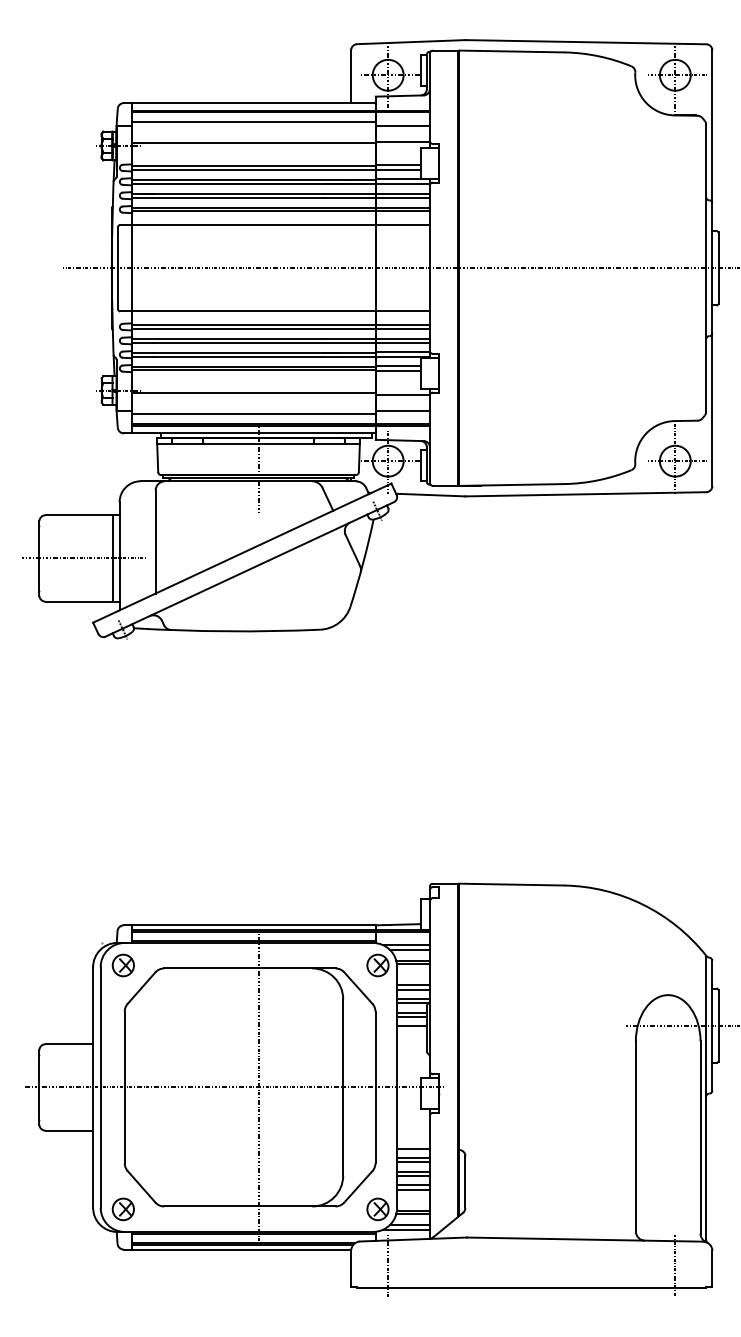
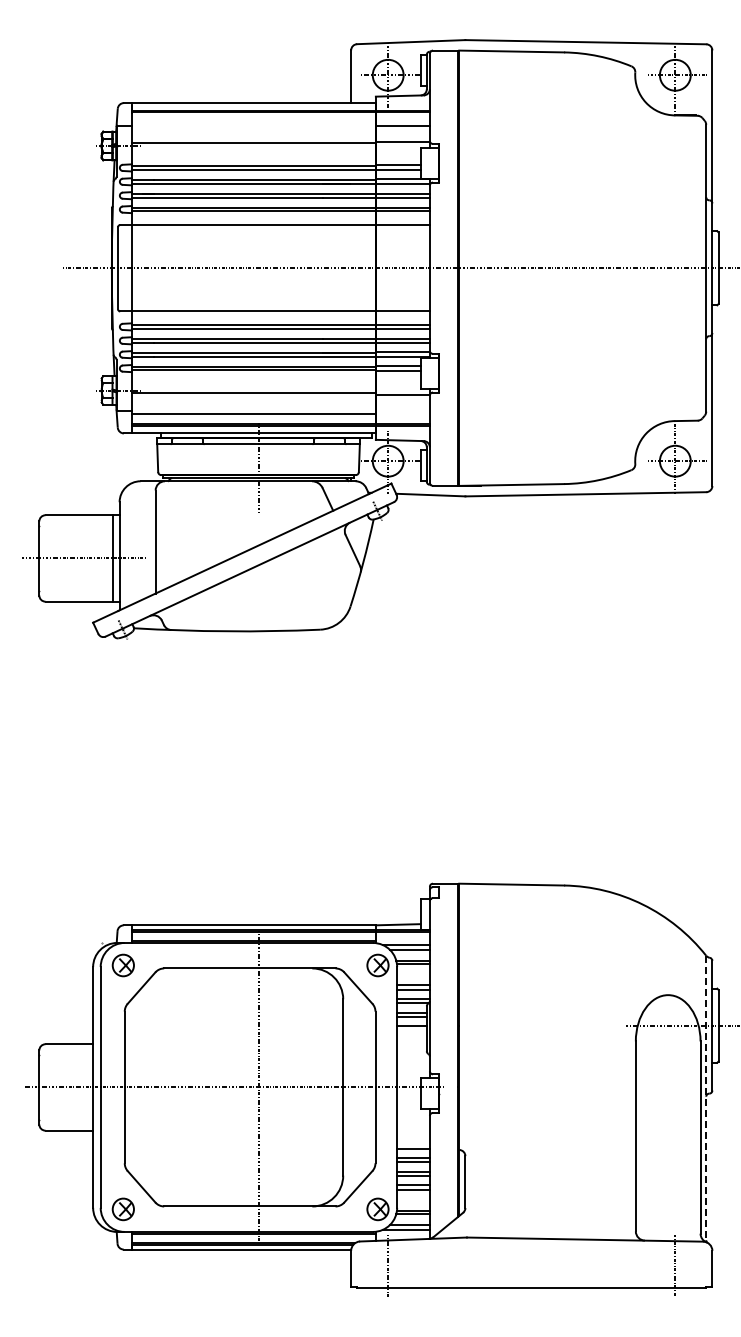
line at (253, 122): present -> none
line at (402, 410): present -> none
line at (706, 1098): solid -> dashed
